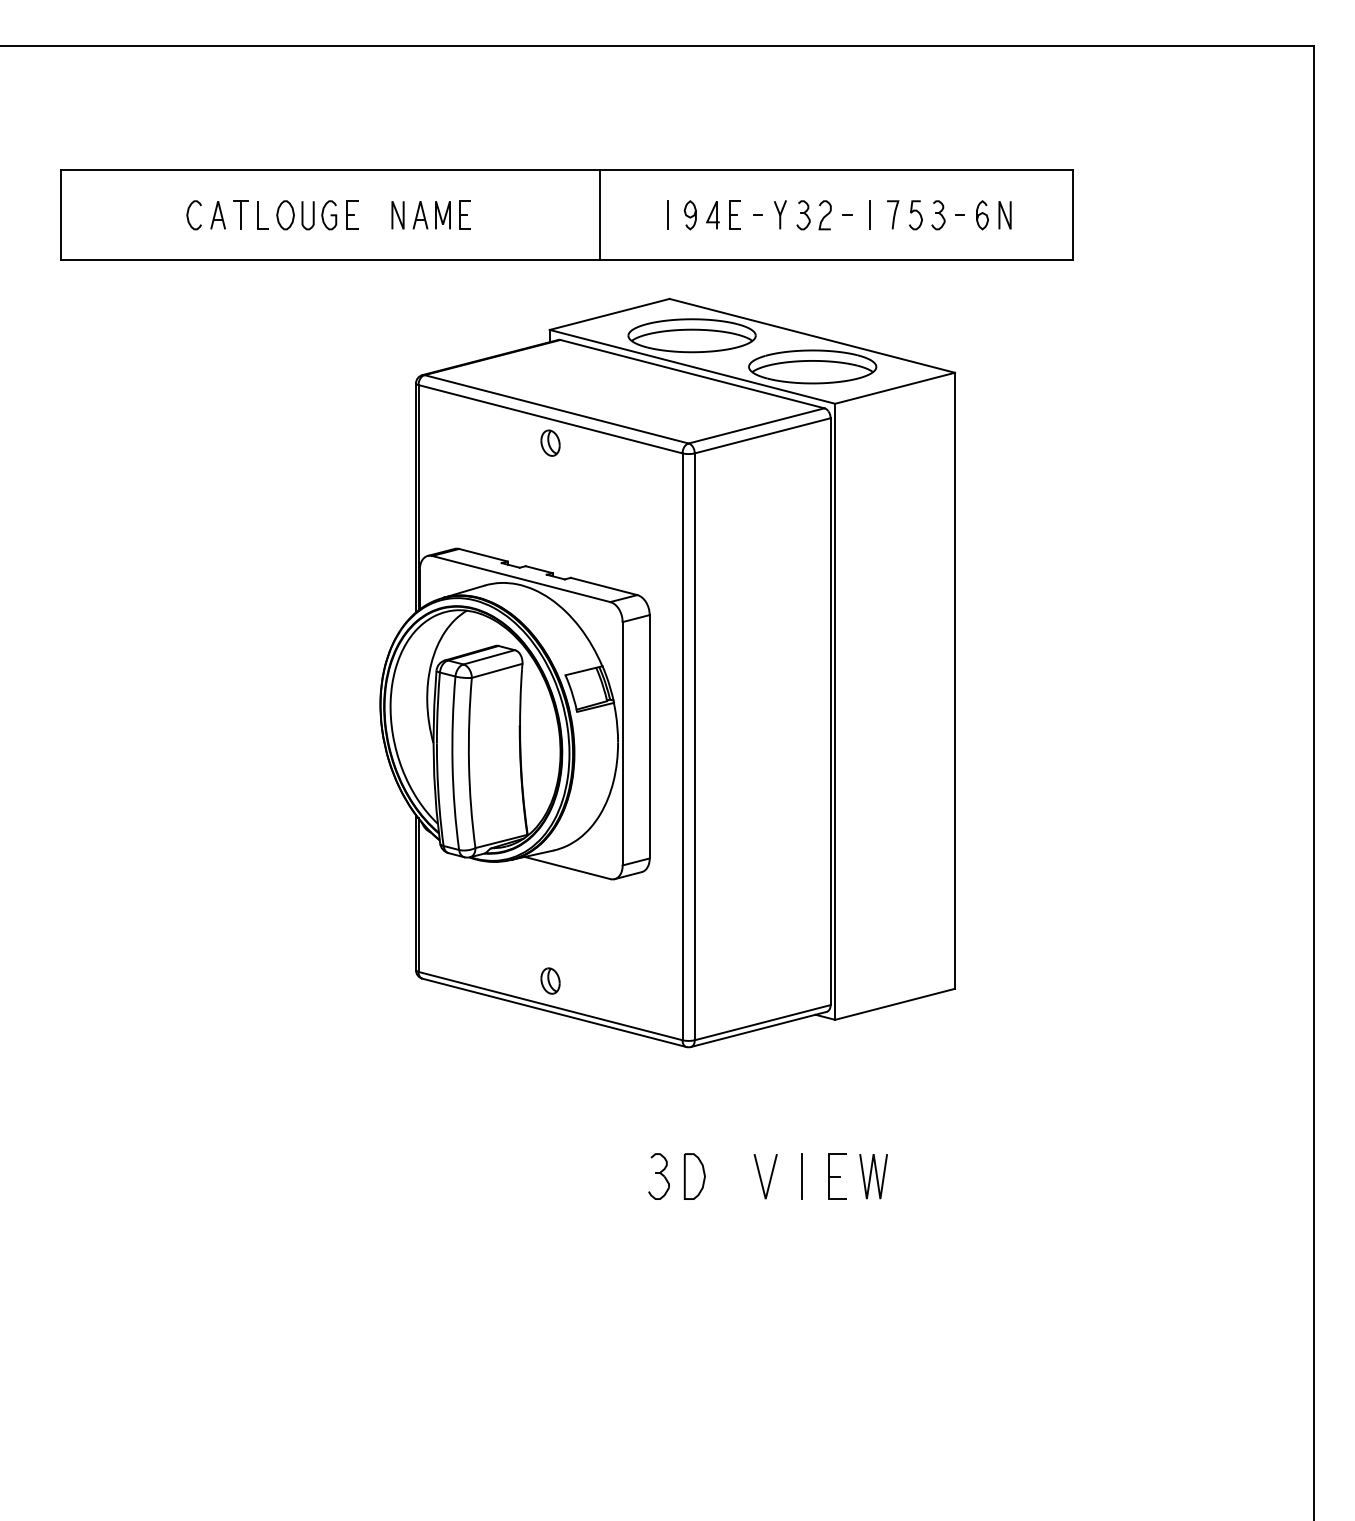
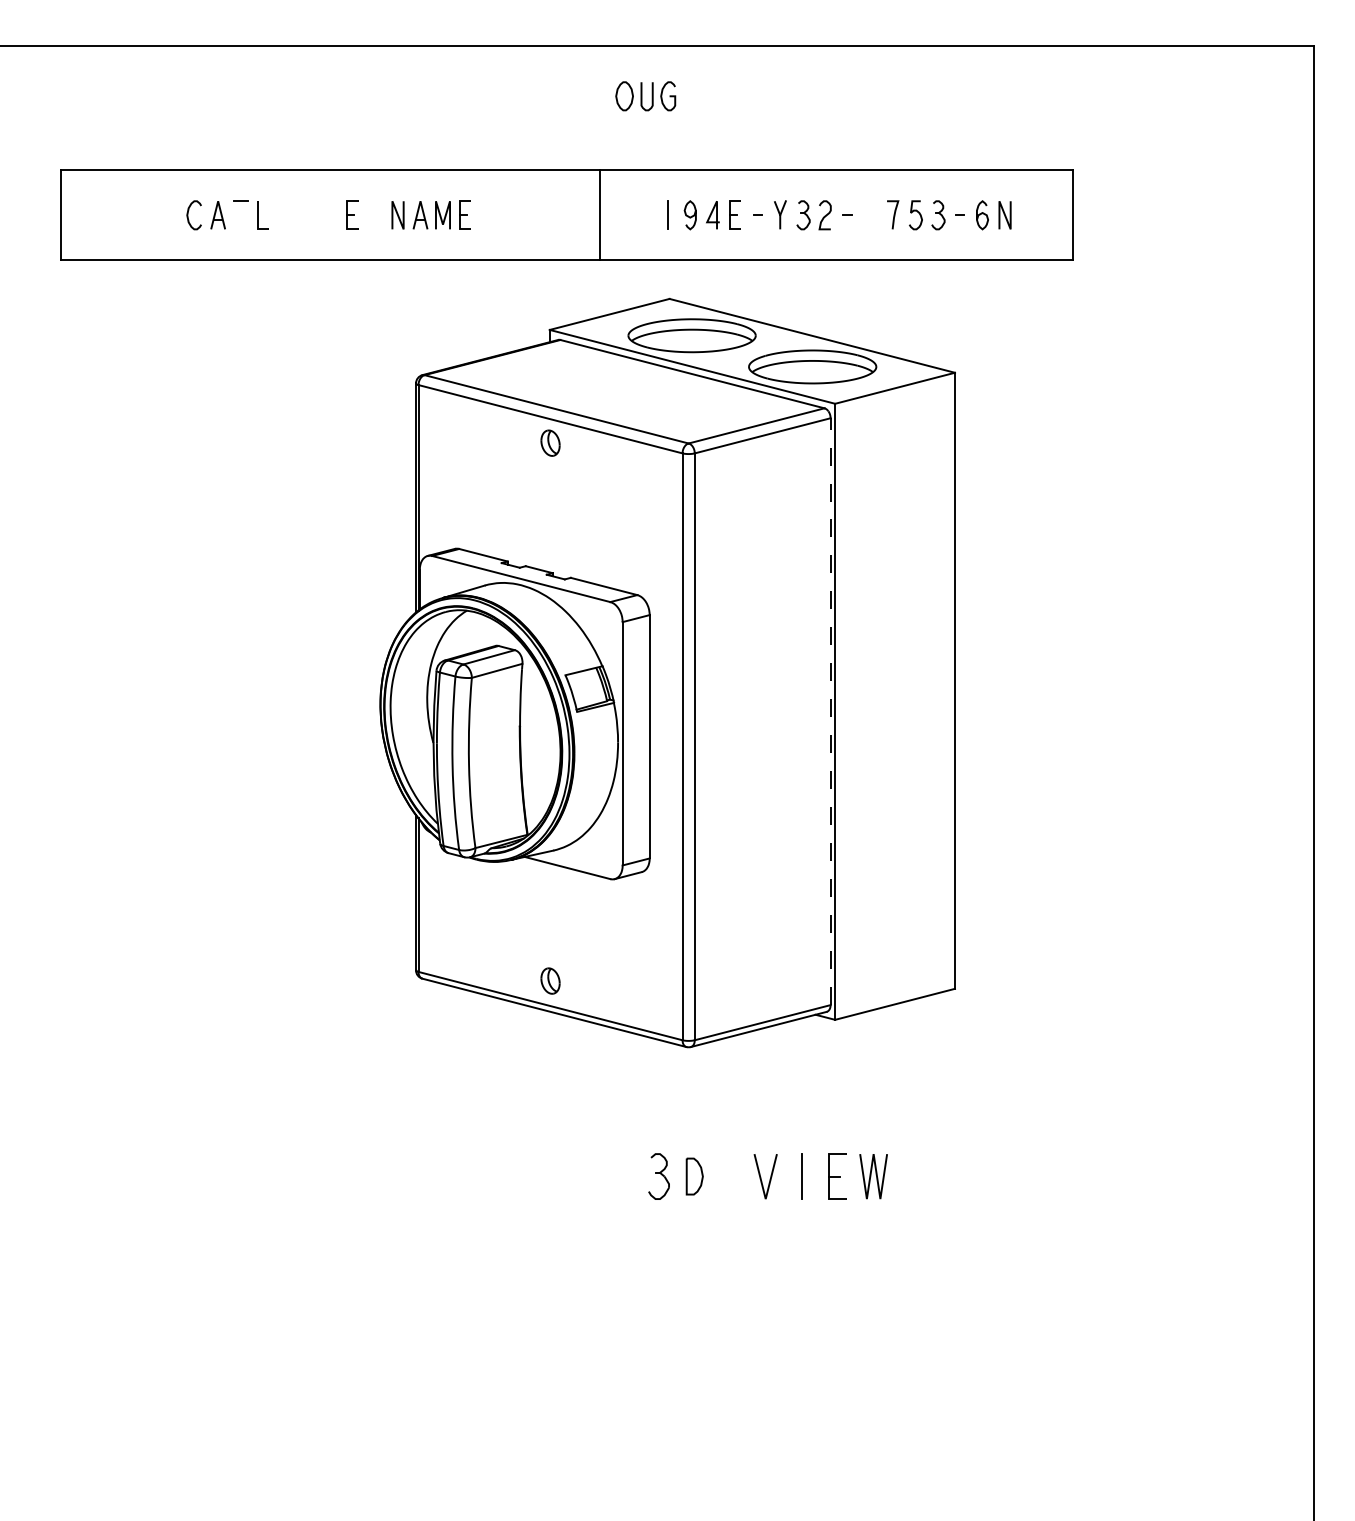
line at (240, 215): present -> none
part at (306, 215) position: (306, 215) -> (645, 96)
line at (870, 215): present -> none
line at (830, 711): solid -> dashed
part at (694, 1176) size: 23x47 px -> 19x39 px
